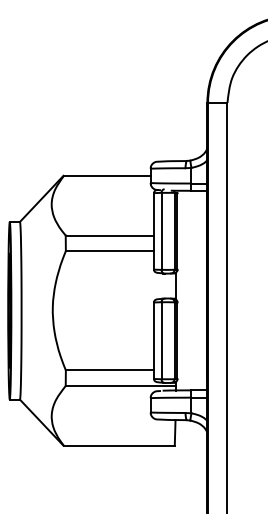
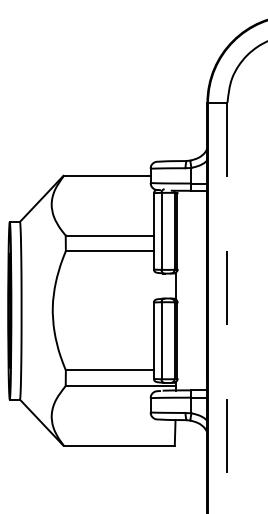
line at (227, 308): solid -> dashed
